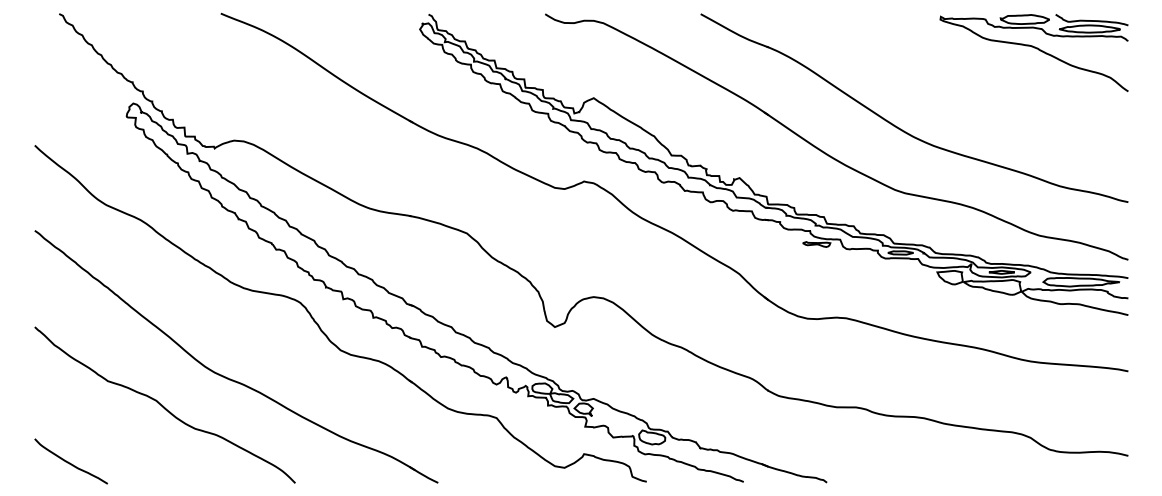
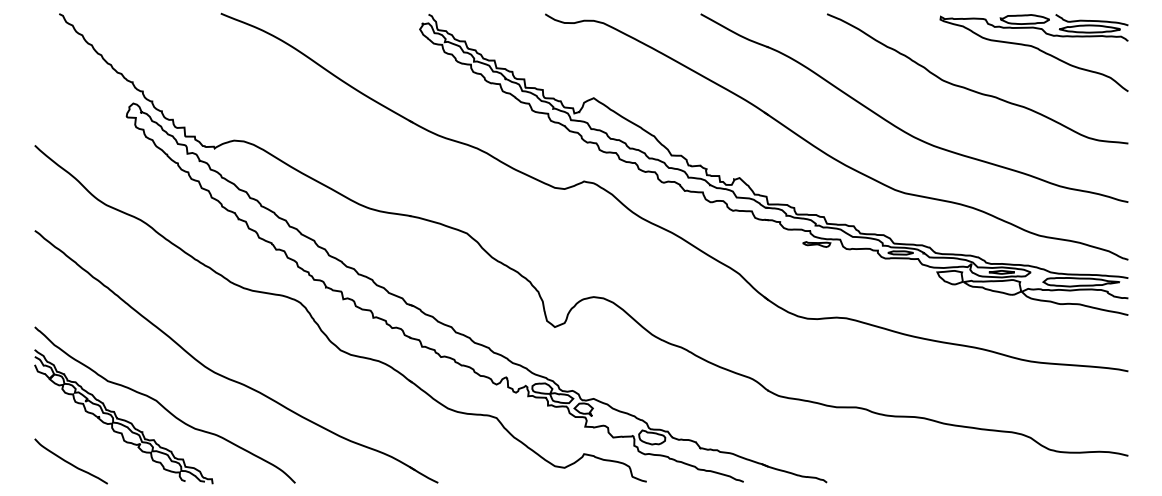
curve at (972, 89): none -> present
part at (123, 416): none -> present
